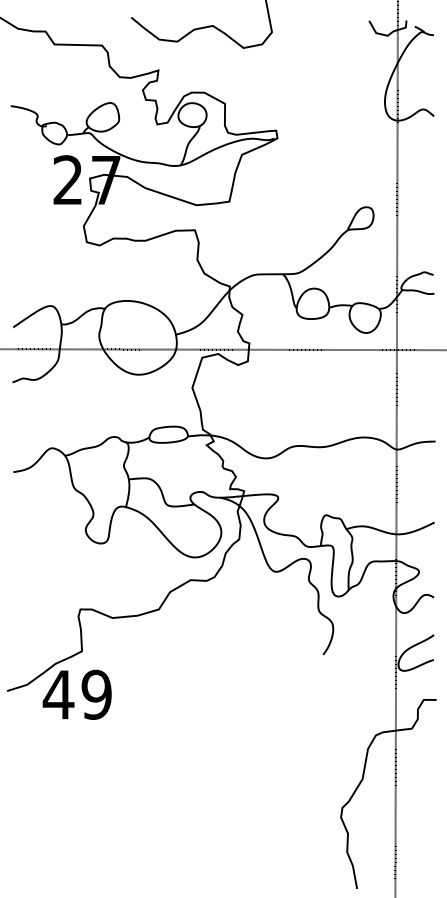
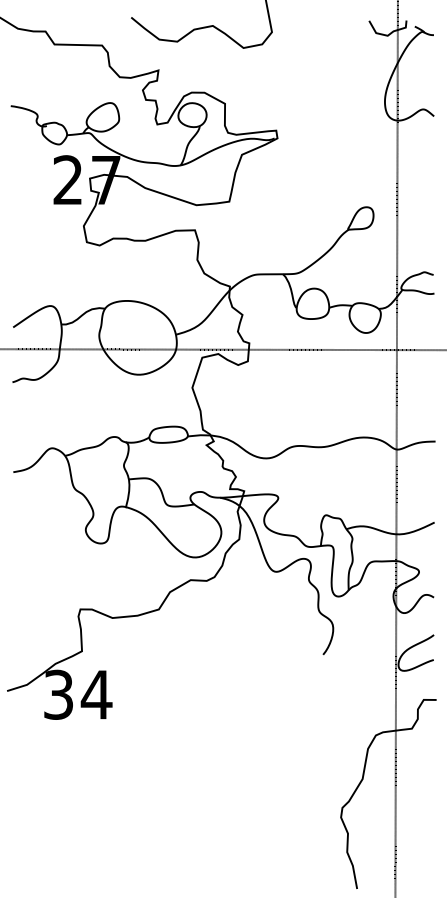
text at (77, 694): 49 -> 34
